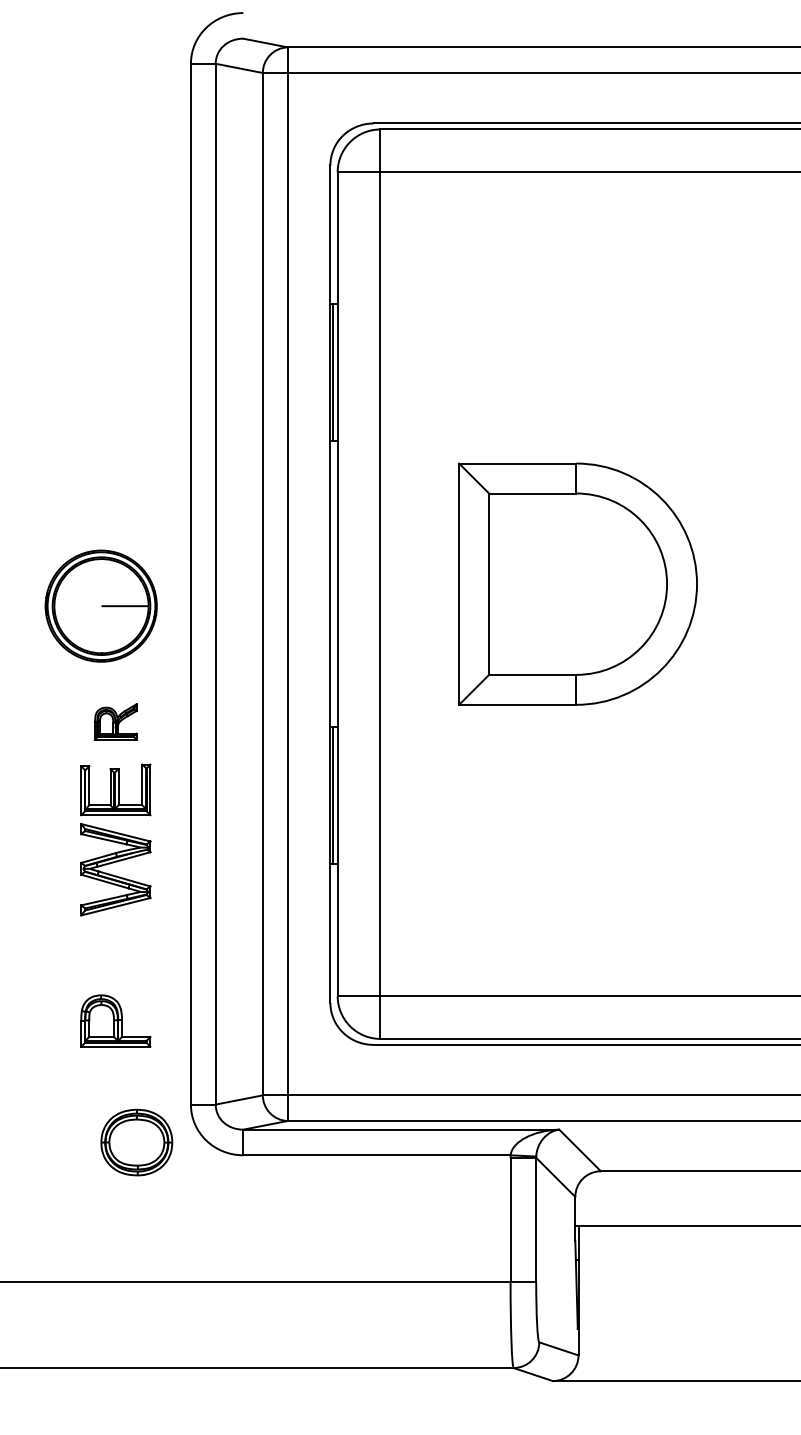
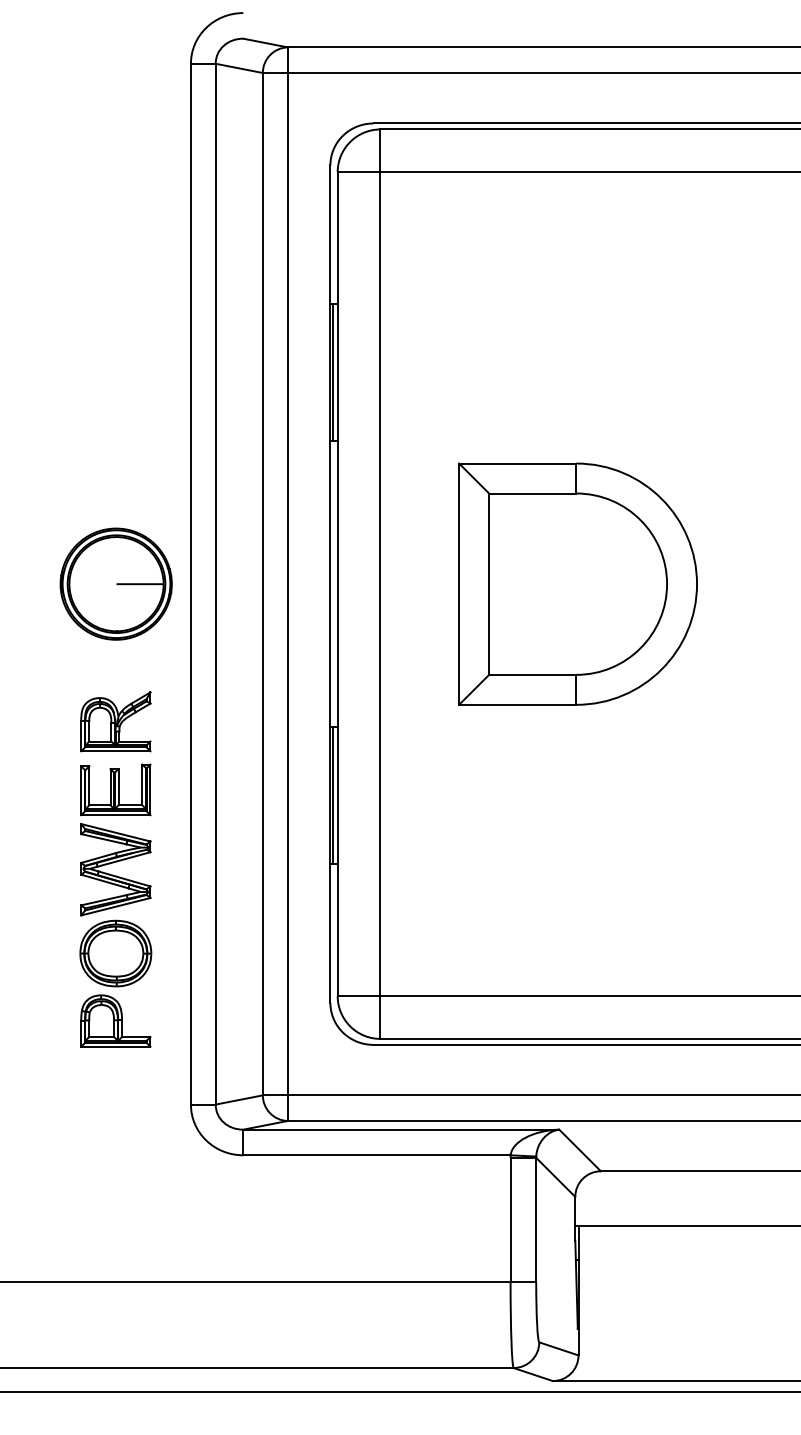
part at (100, 605) position: (100, 605) -> (115, 583)
part at (115, 721) size: 44x38 px -> 72x62 px
part at (136, 1142) position: (136, 1142) -> (115, 953)
line at (399, 1391): none -> present
